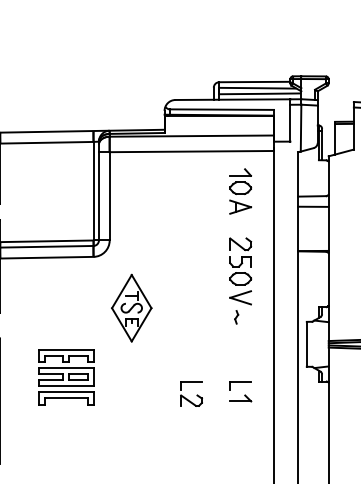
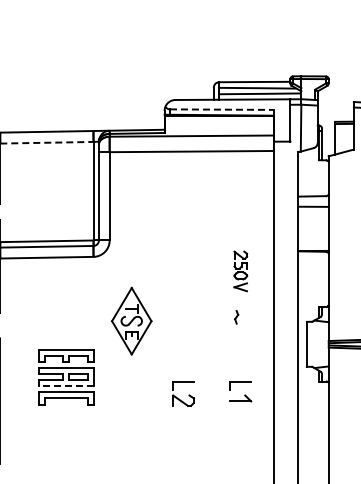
line at (222, 109): solid -> dashed
line at (46, 142): solid -> dashed
part at (240, 191): present -> none
part at (240, 271) size: 24x69 px -> 16x43 px
part at (131, 307) position: (131, 307) -> (131, 320)
line at (65, 386): solid -> dashed
part at (191, 393) position: (191, 393) -> (183, 393)
